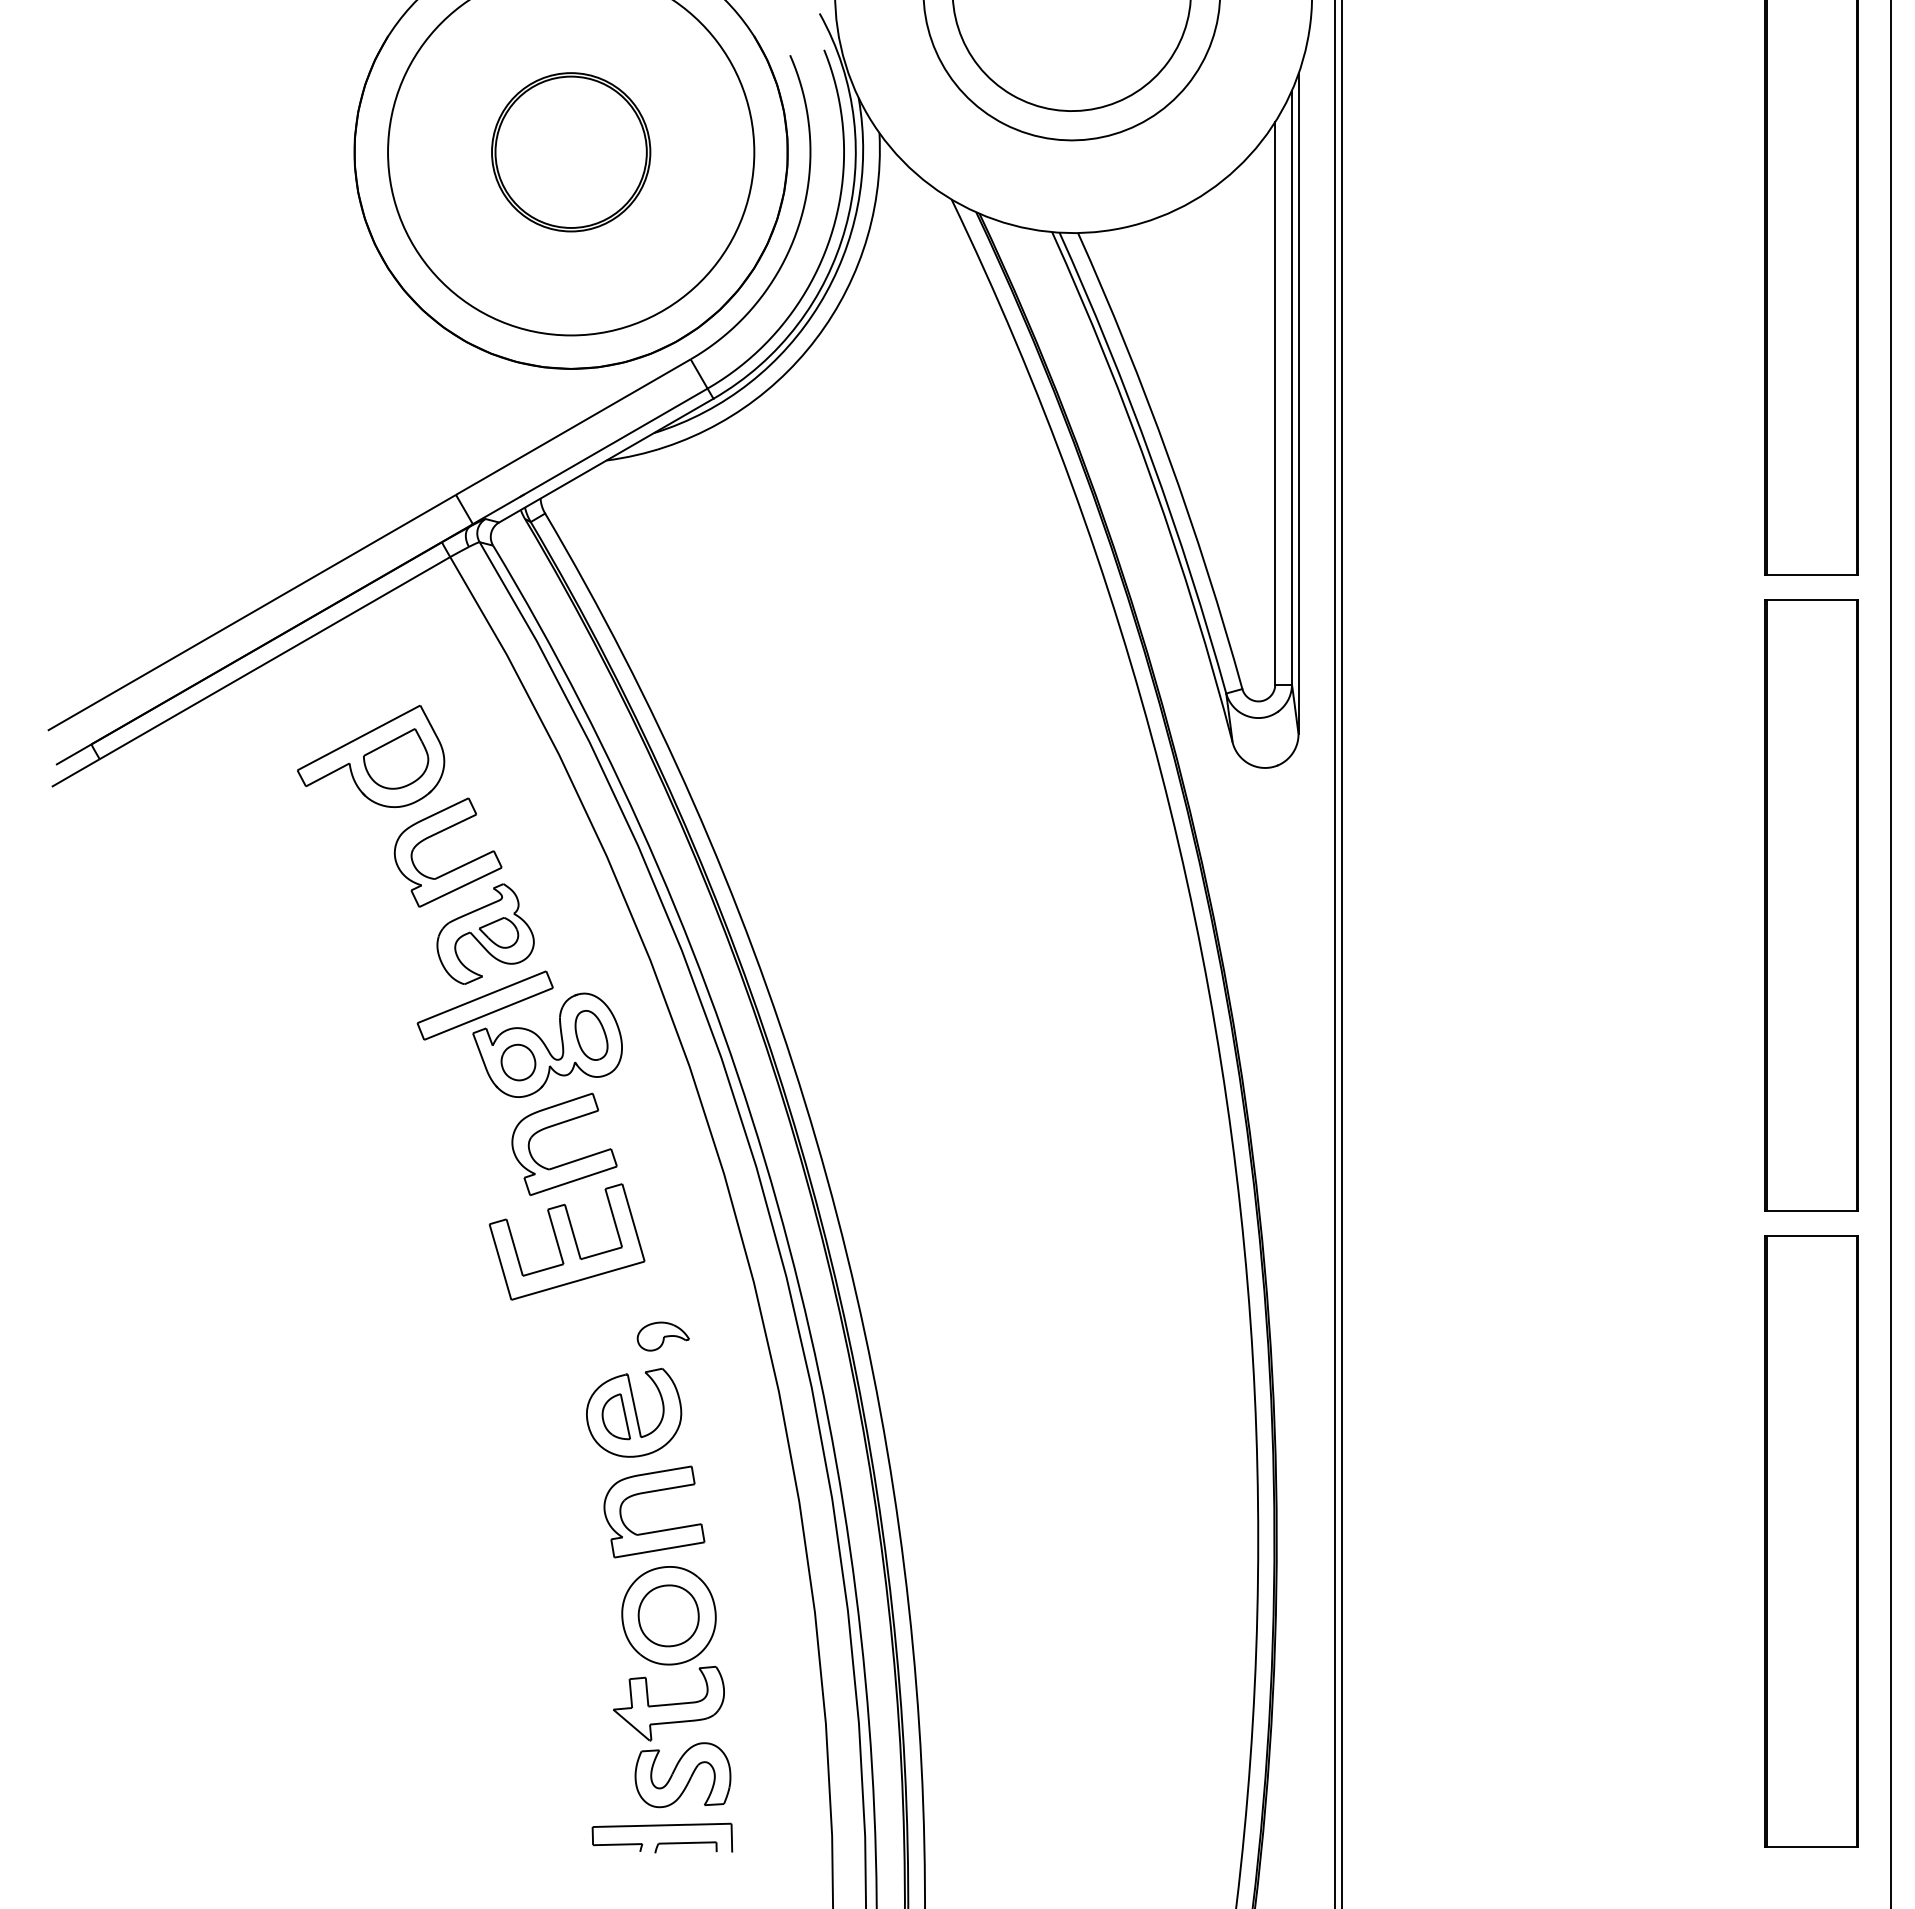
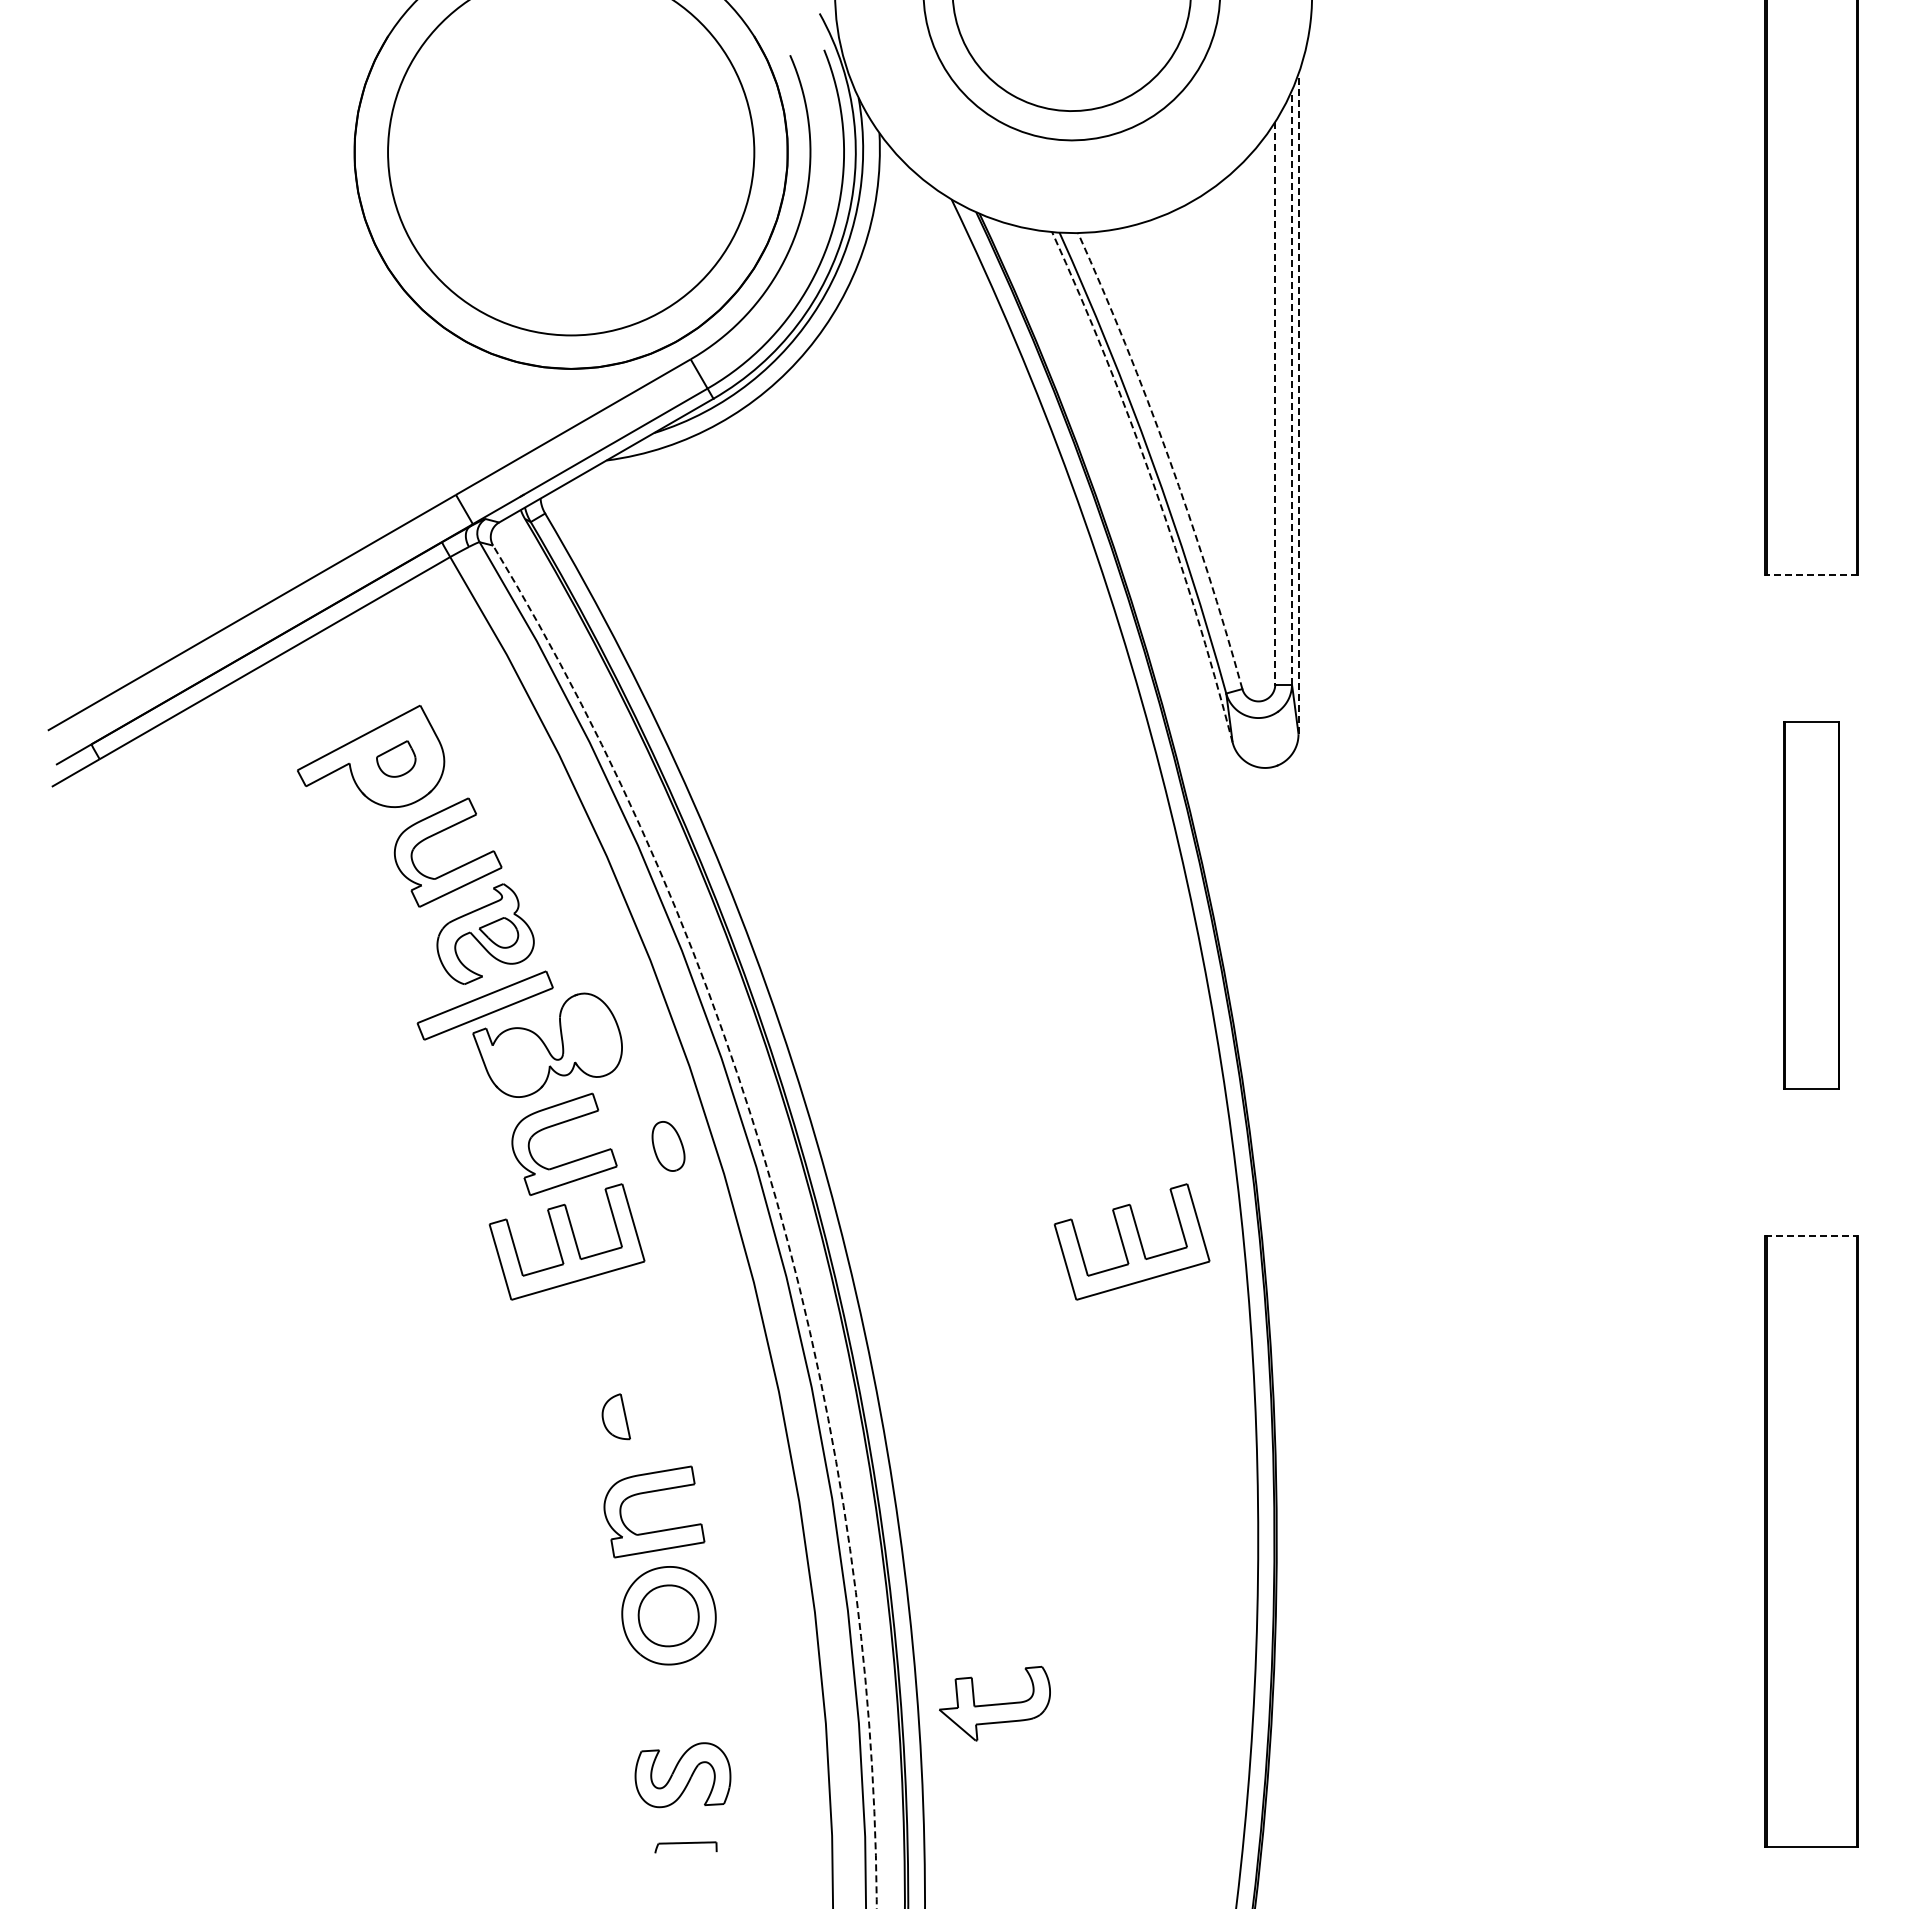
part at (571, 152): present -> none
line at (1291, 387): solid -> dashed
line at (1275, 403): solid -> dashed
line at (1298, 403): solid -> dashed
arc at (1168, 457): solid -> dashed
arc at (1153, 483): solid -> dashed
line at (1810, 575): solid -> dashed
part at (396, 758) size: 67x62 px -> 41x38 px
part at (1811, 905) size: 95x613 px -> 57x369 px
line at (1334, 953): present -> none
line at (1341, 953): present -> none
line at (1891, 953): present -> none
part at (591, 1035) position: (591, 1035) -> (668, 1146)
part at (518, 1062): present -> none
arc at (777, 1203): solid -> dashed
line at (1811, 1236): solid -> dashed
part at (1131, 1241): none -> present
part at (662, 1336): present -> none
part at (634, 1412): present -> none
part at (668, 1703) position: (668, 1703) -> (994, 1703)
part at (662, 1826): present -> none
